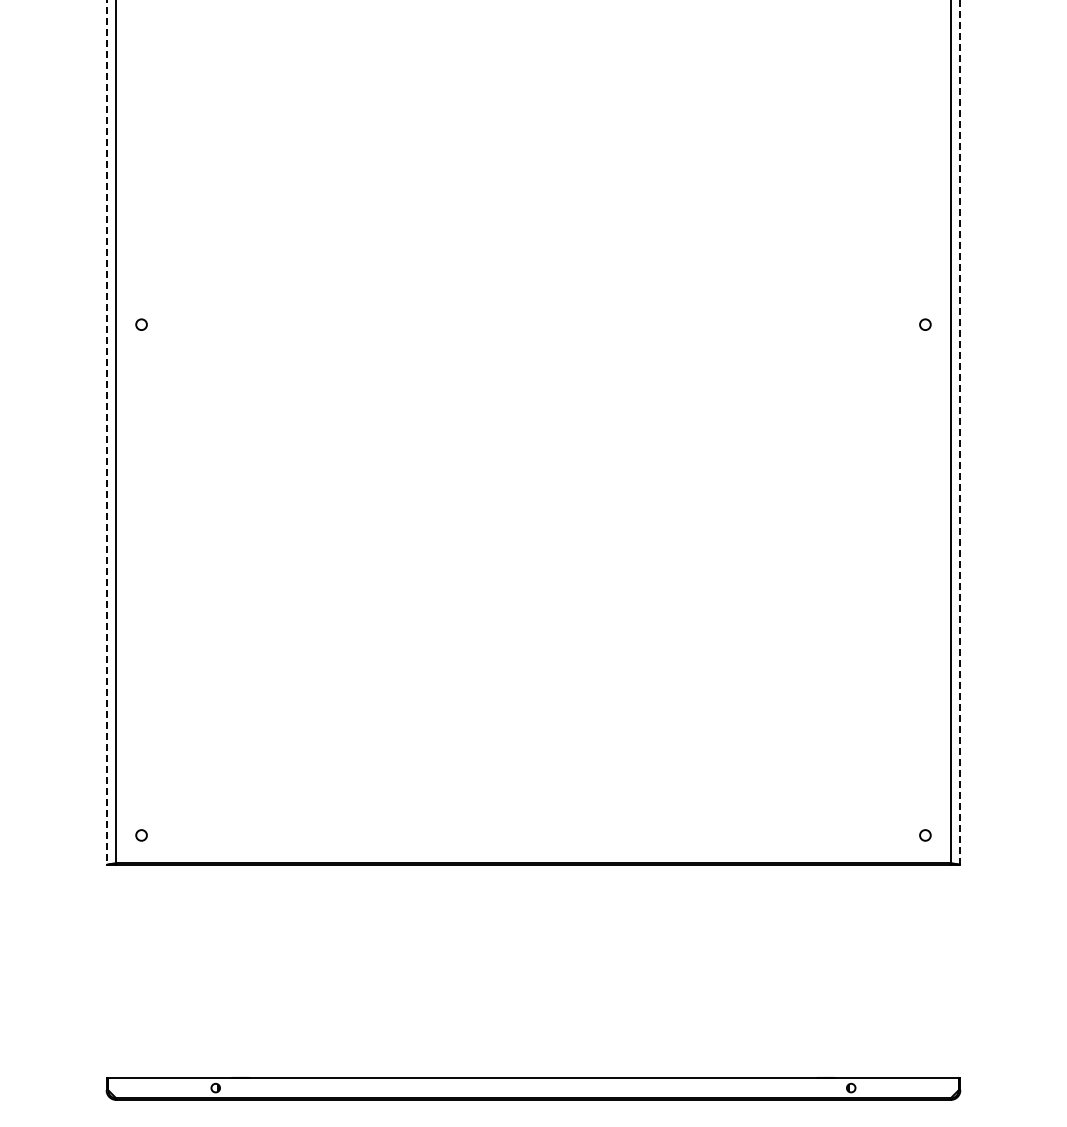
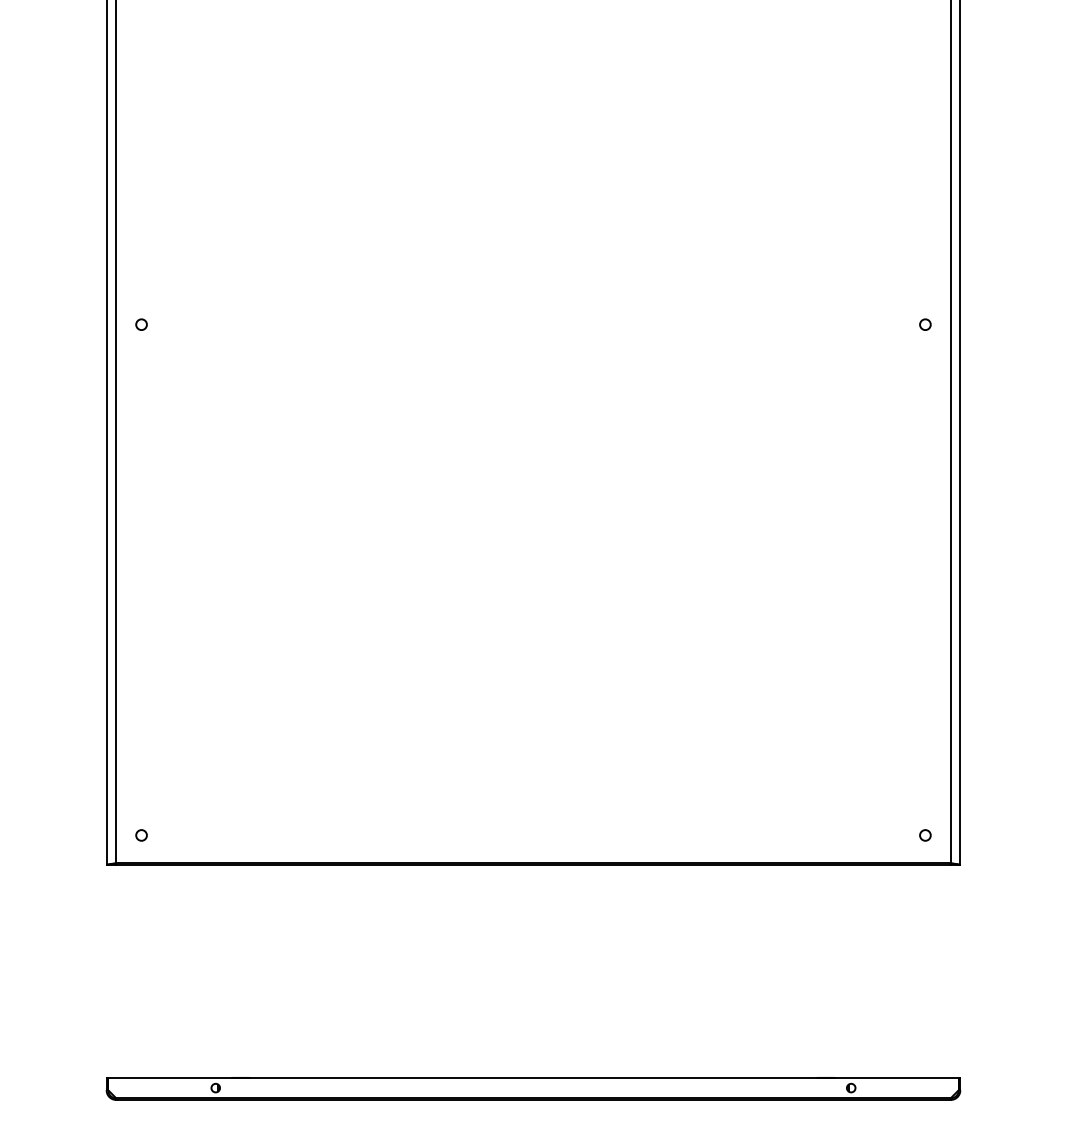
line at (960, 432): dashed -> solid
line at (106, 433): dashed -> solid
